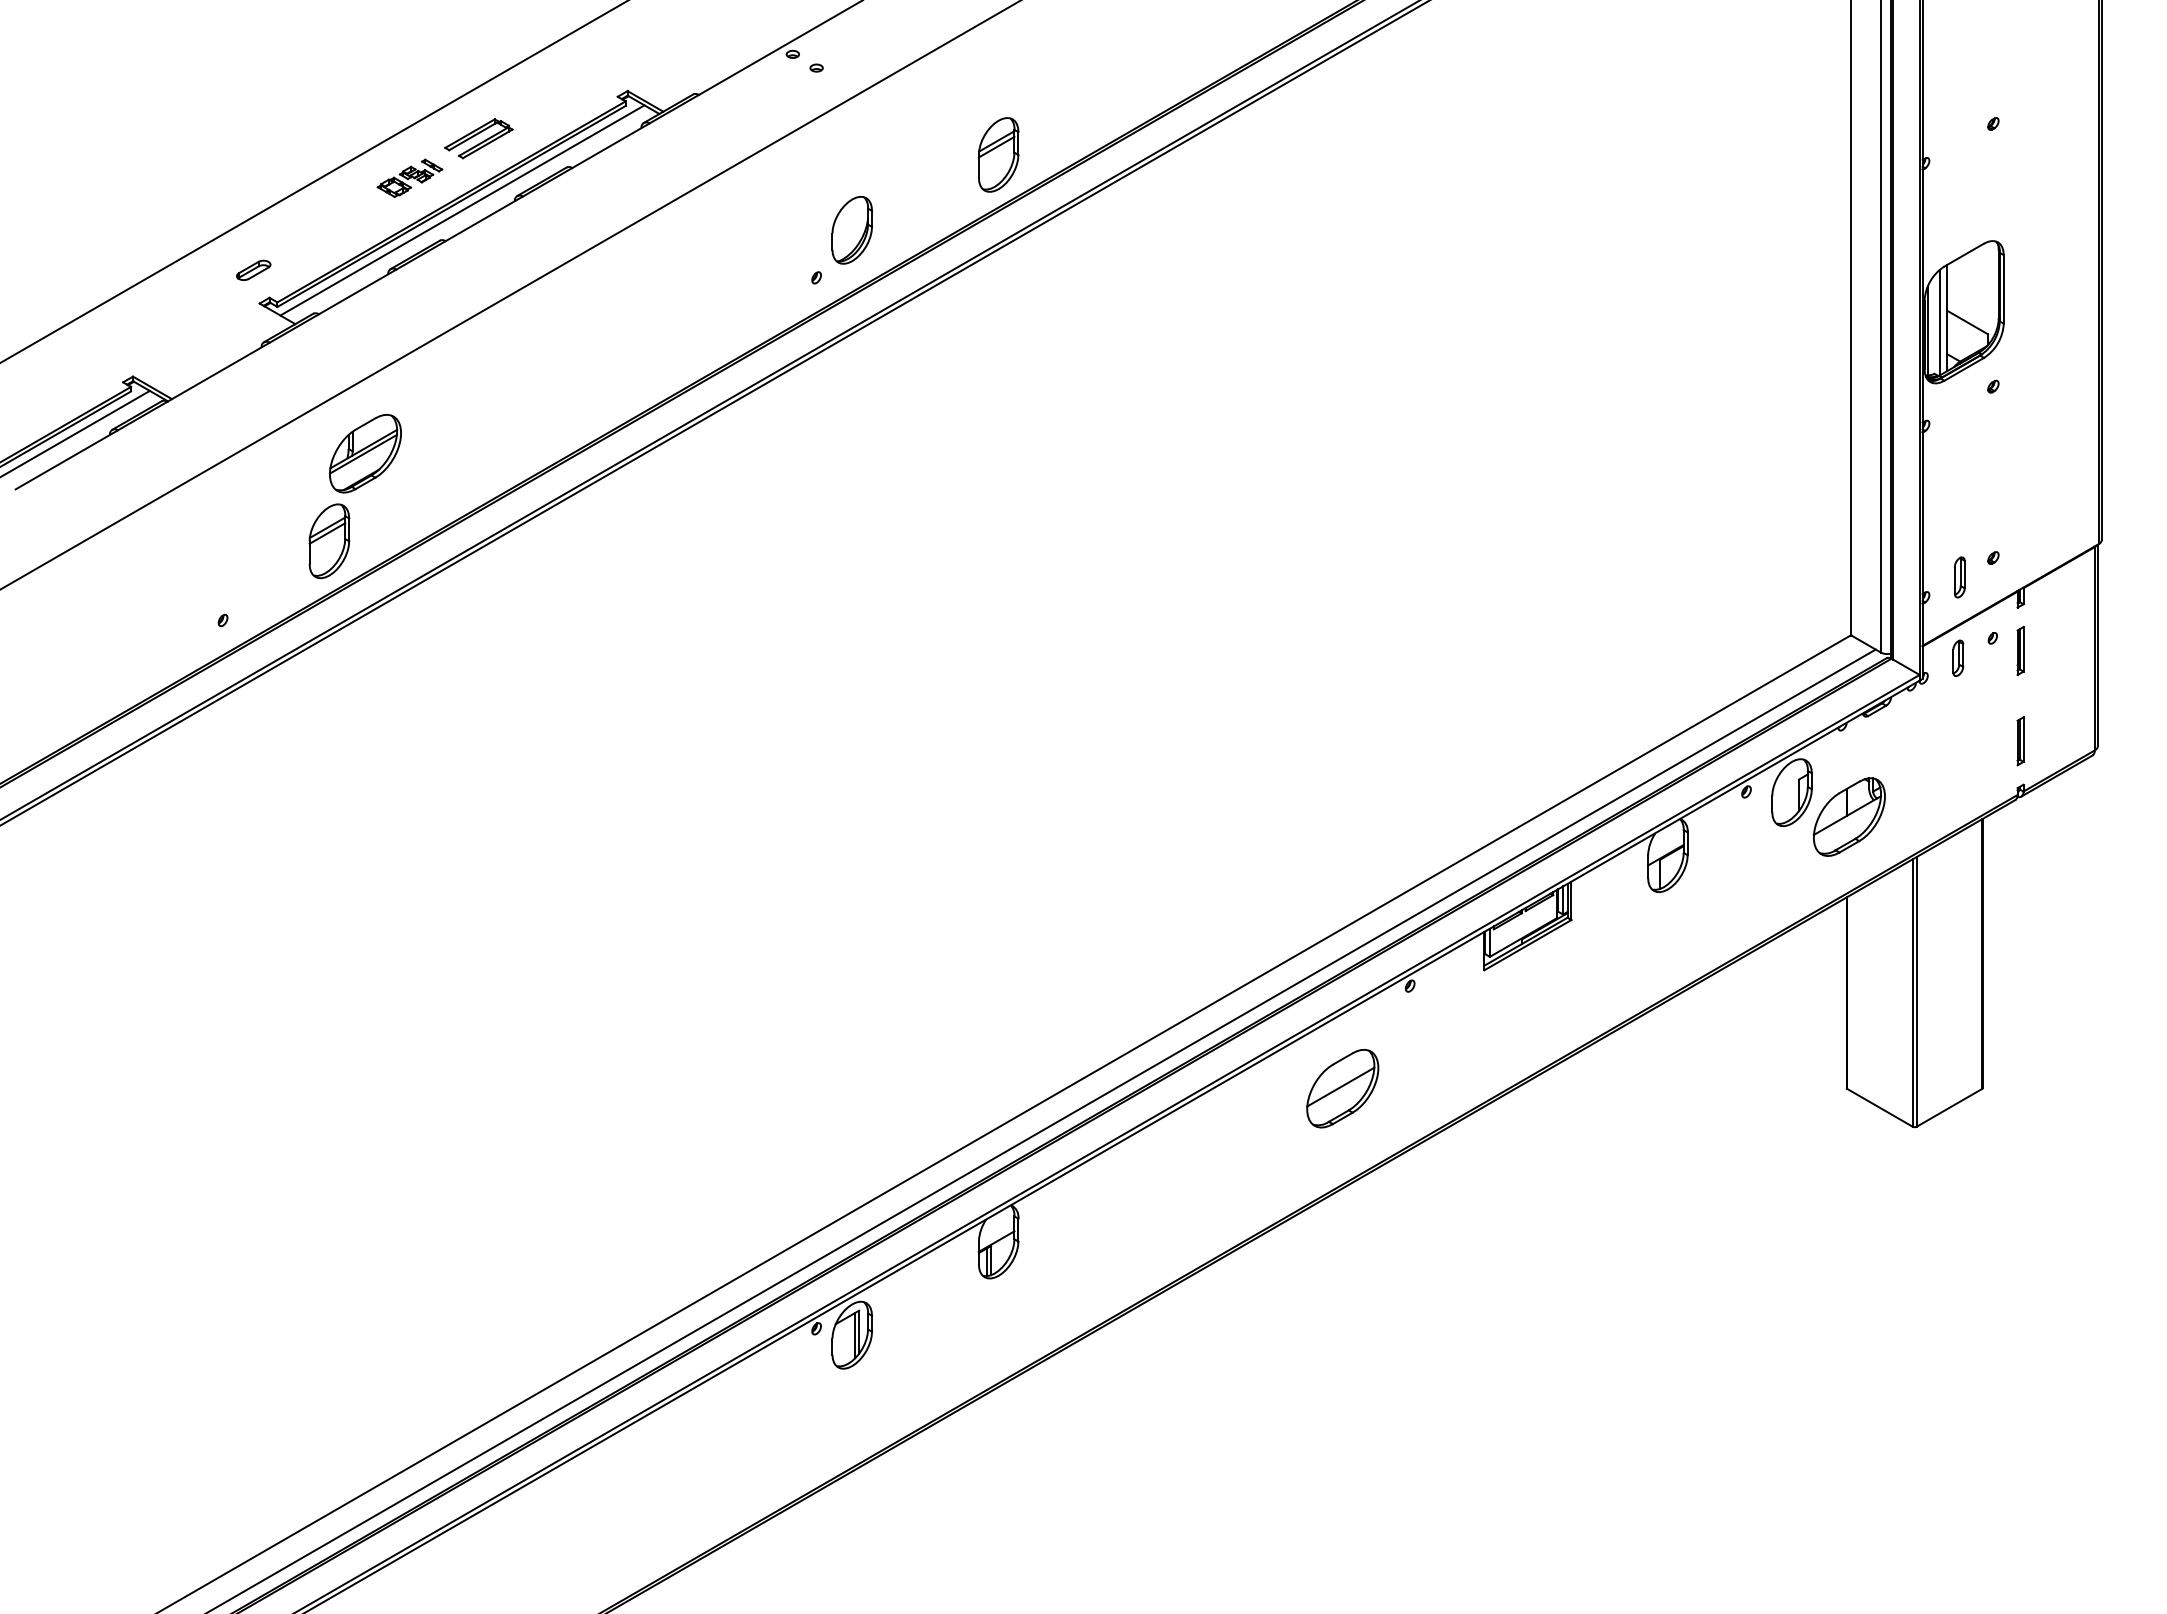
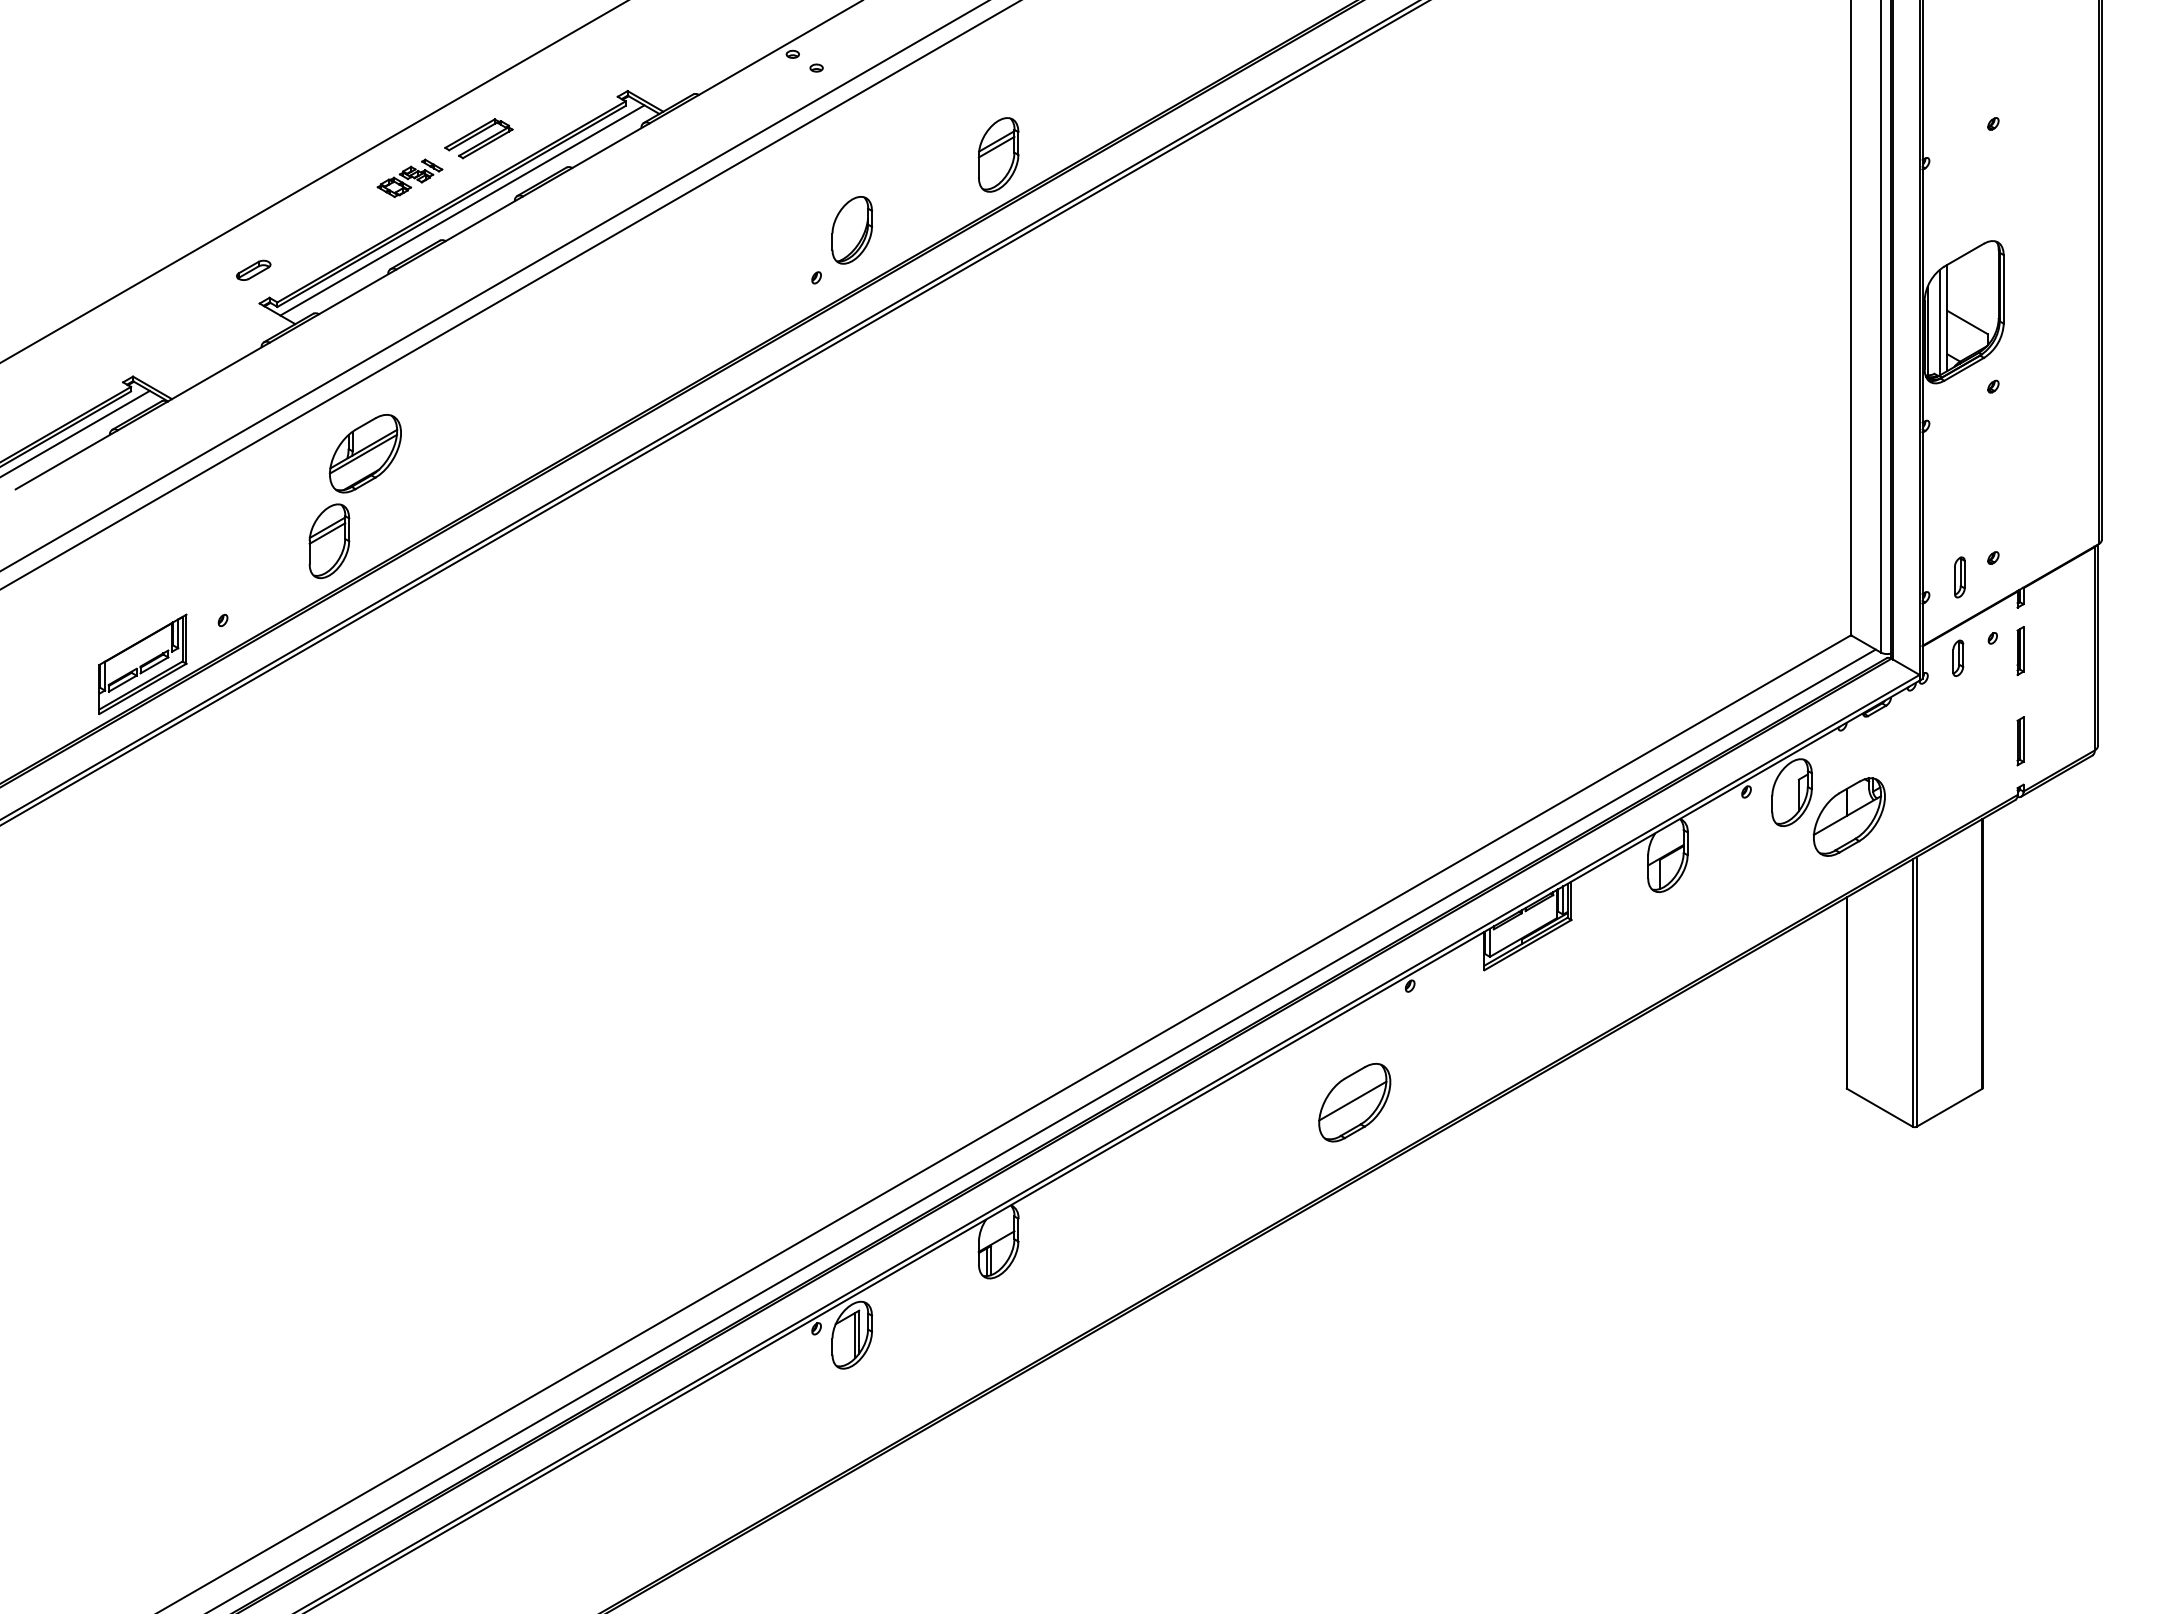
line at (493, 285): none -> present
part at (142, 664): none -> present
part at (1342, 1088) position: (1342, 1088) -> (1354, 1102)
